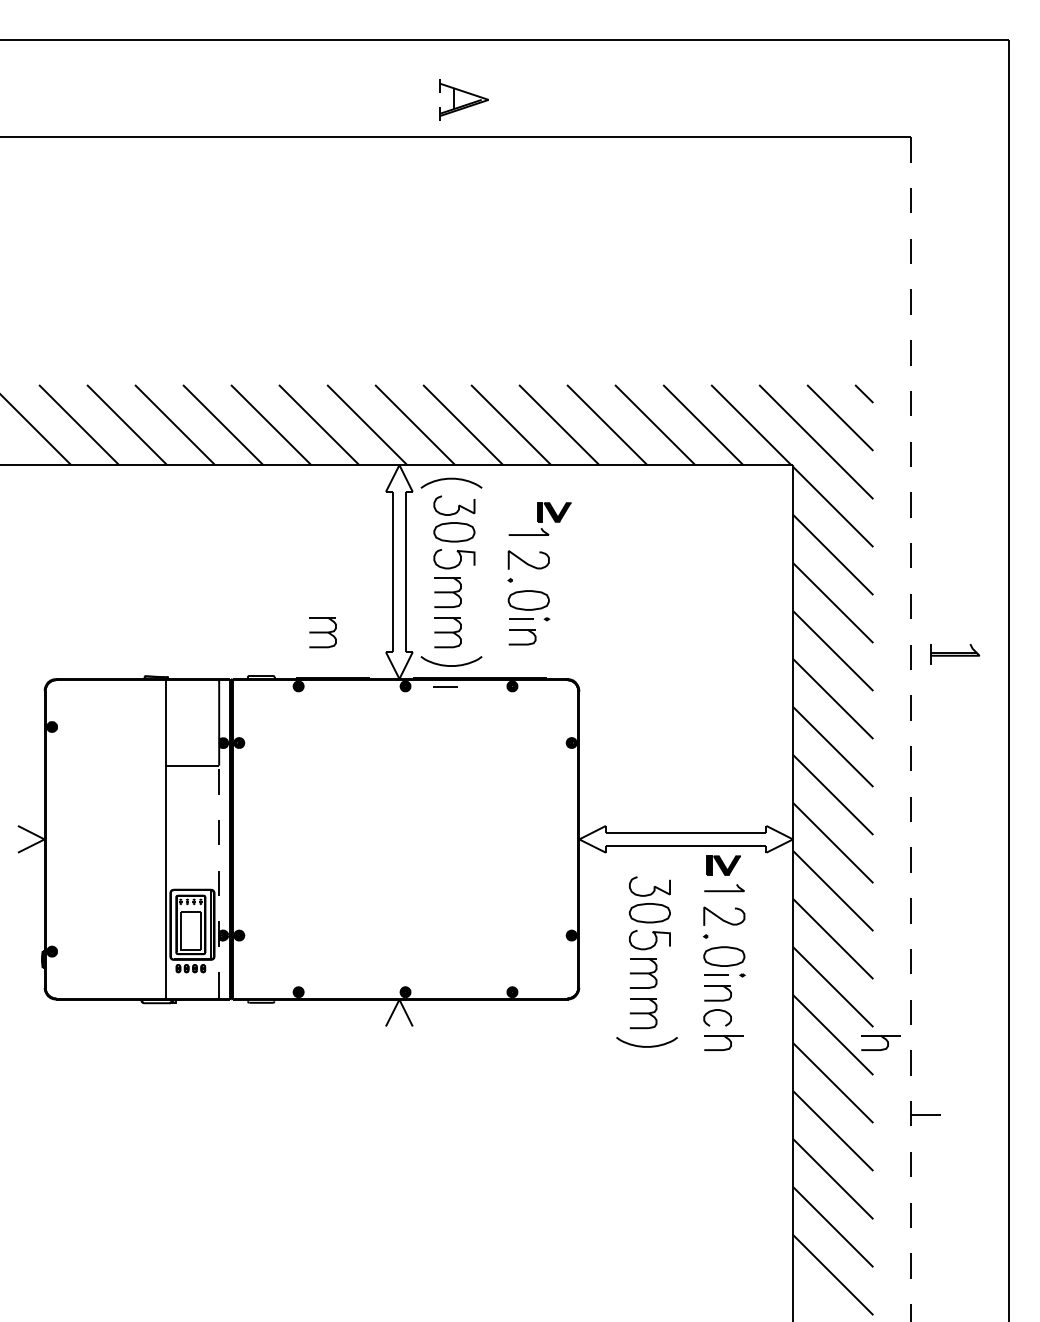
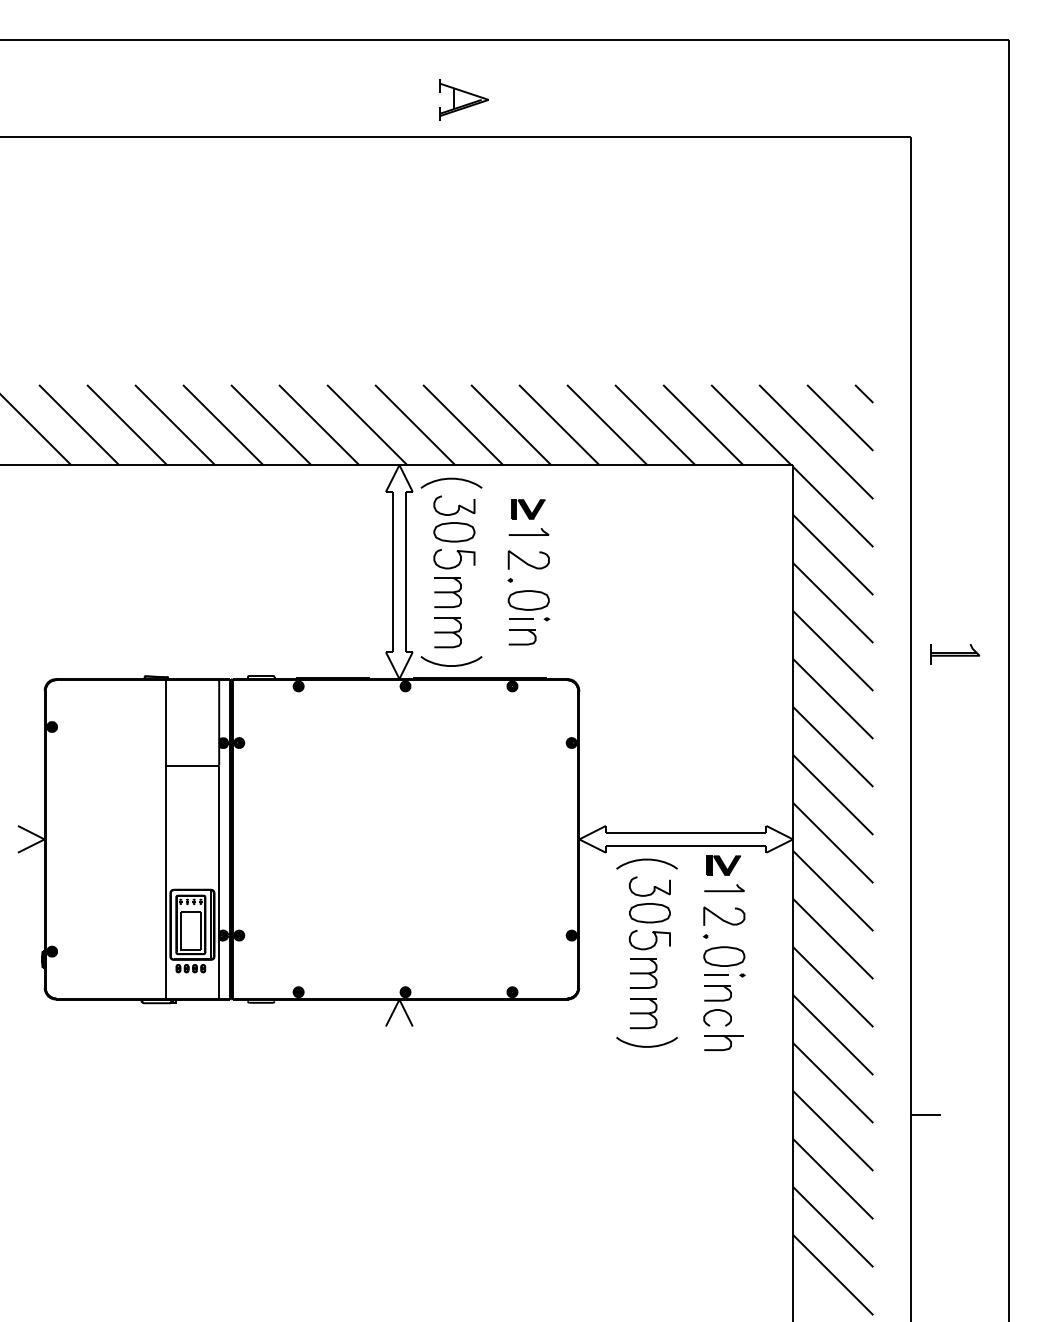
part at (554, 512) position: (554, 512) -> (528, 509)
part at (322, 632): present -> none
line at (445, 686): present -> none
line at (911, 729): dashed -> solid
curve at (646, 860): none -> present
line at (219, 881): dashed -> solid
part at (880, 1042): present -> none
